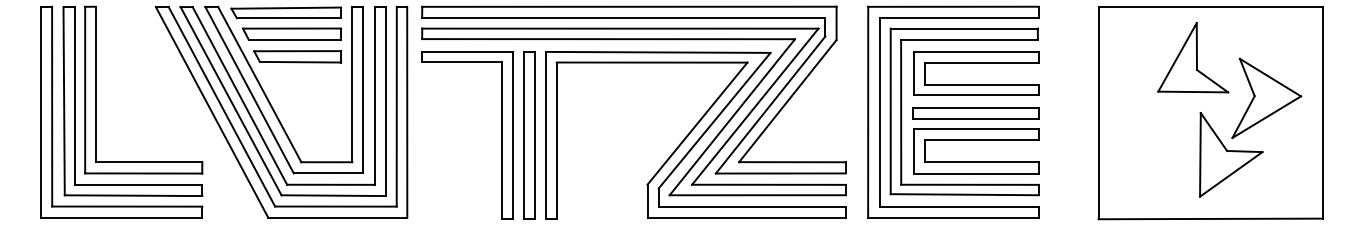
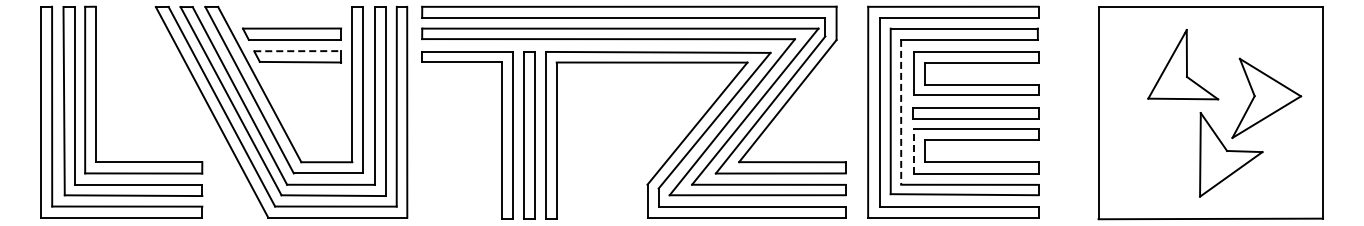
part at (285, 12): present -> none
line at (298, 51): solid -> dashed
part at (1193, 57) position: (1193, 57) -> (1183, 64)
line at (901, 112): solid -> dashed
line at (913, 150): solid -> dashed
